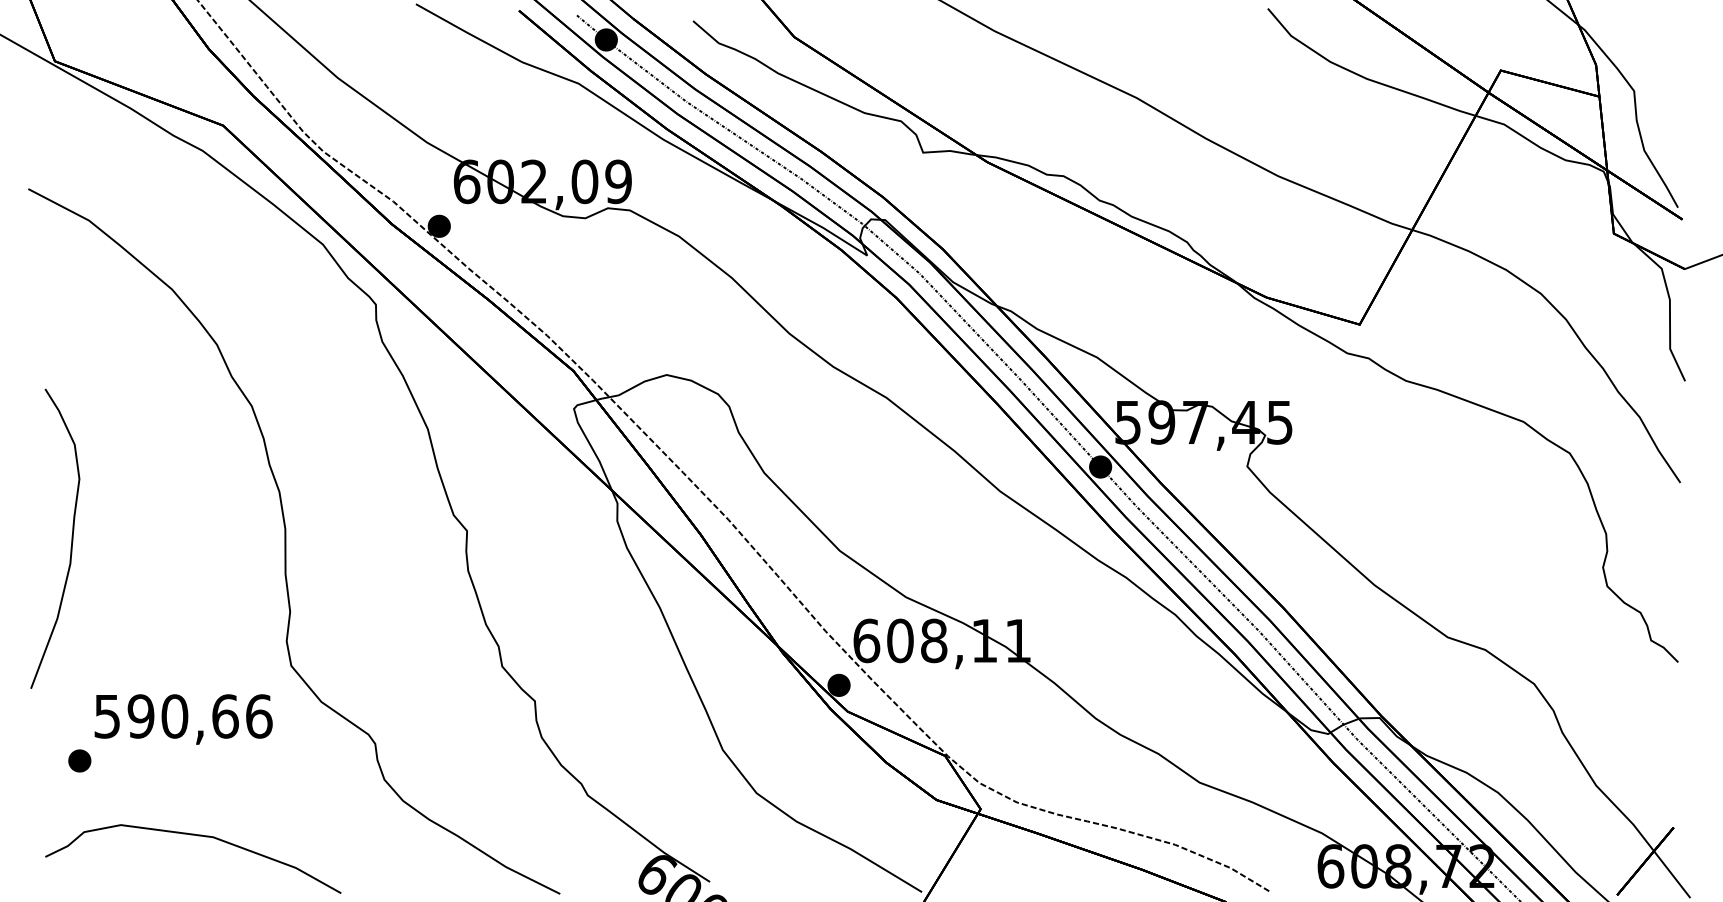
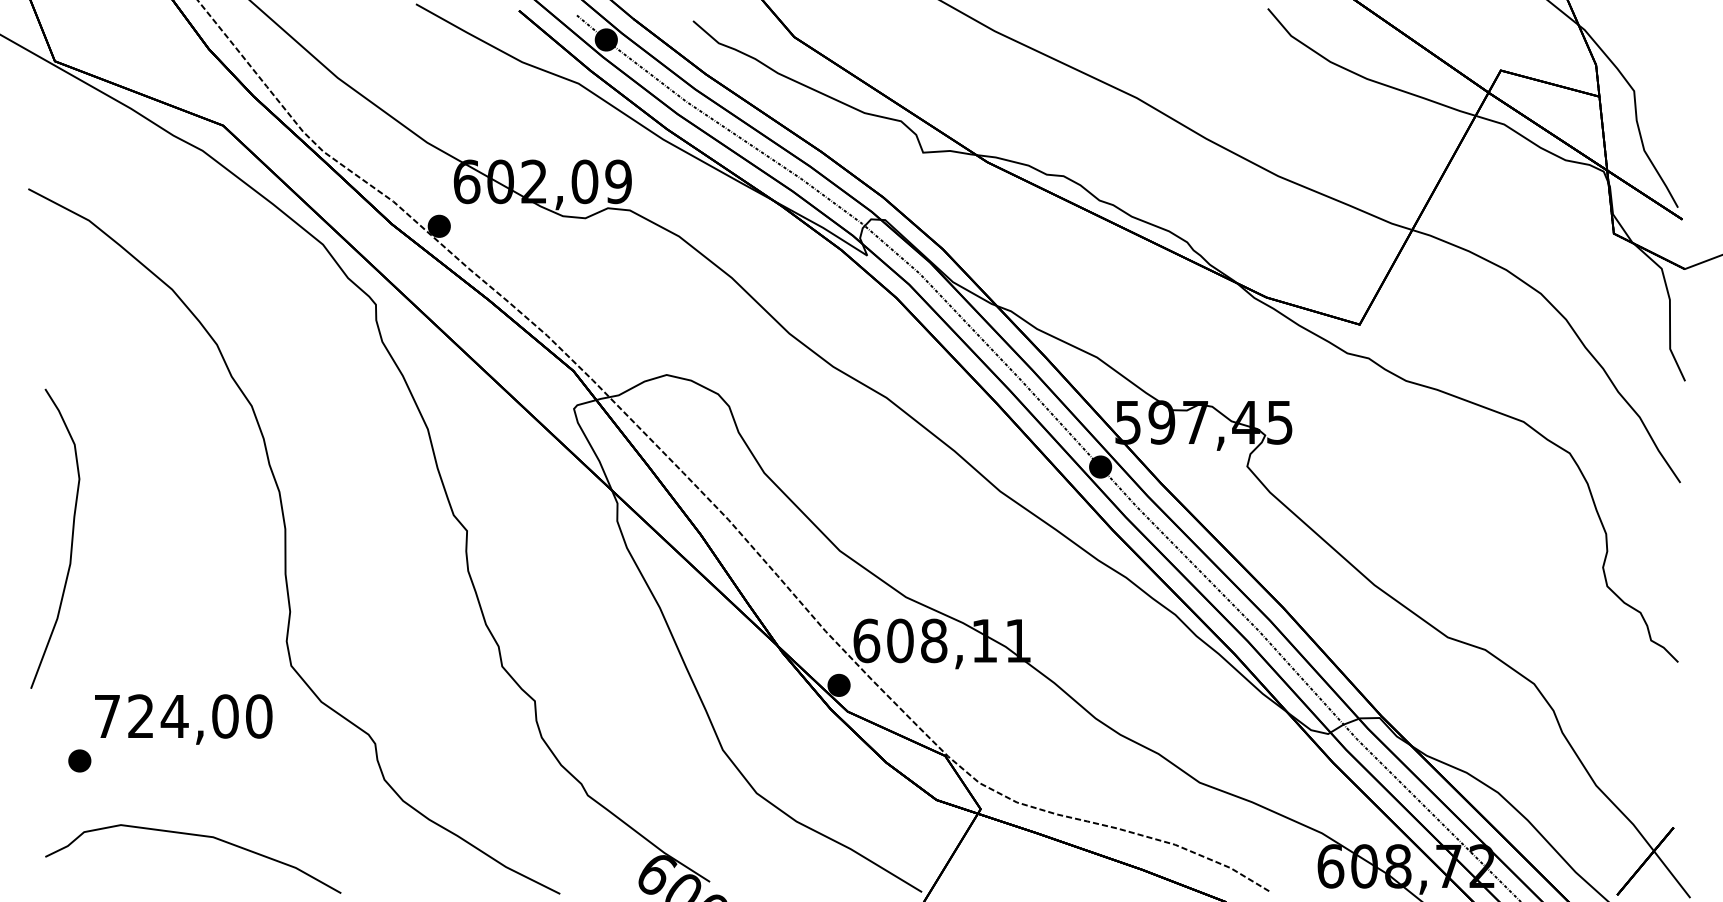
text at (183, 716): 590,66 -> 724,00
